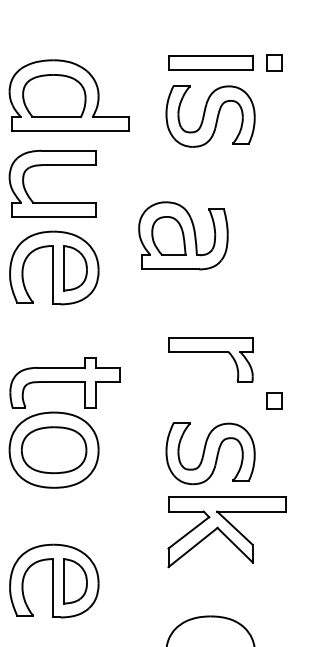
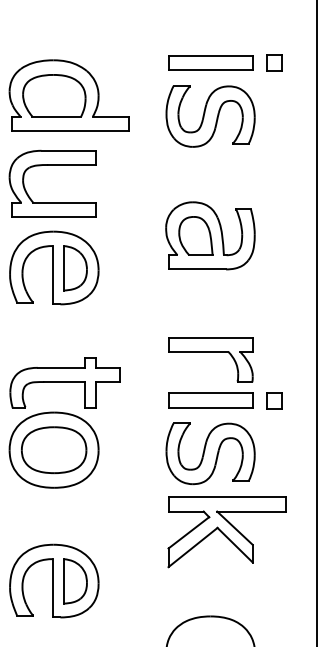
part at (183, 235) position: (183, 235) -> (210, 235)
line at (317, 322): none -> present
part at (210, 400): none -> present
